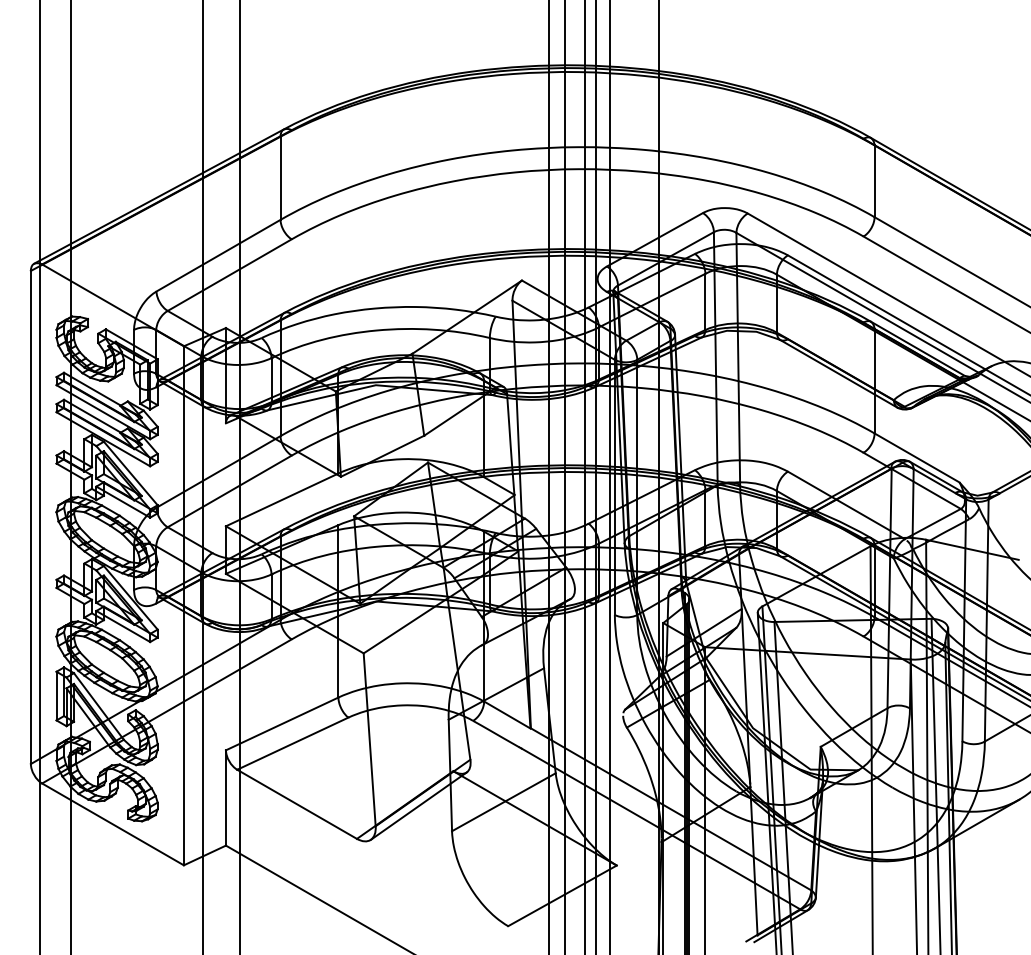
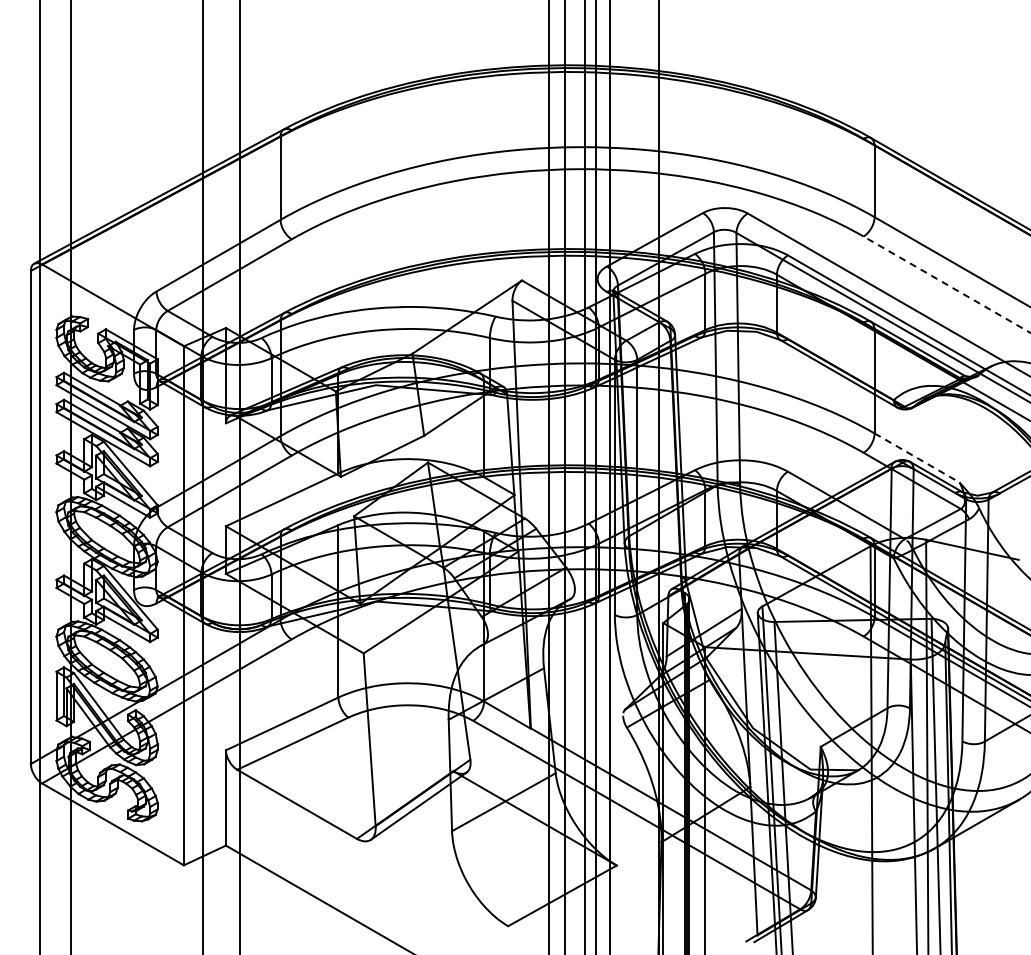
line at (946, 284): solid -> dashed
line at (917, 458): solid -> dashed
